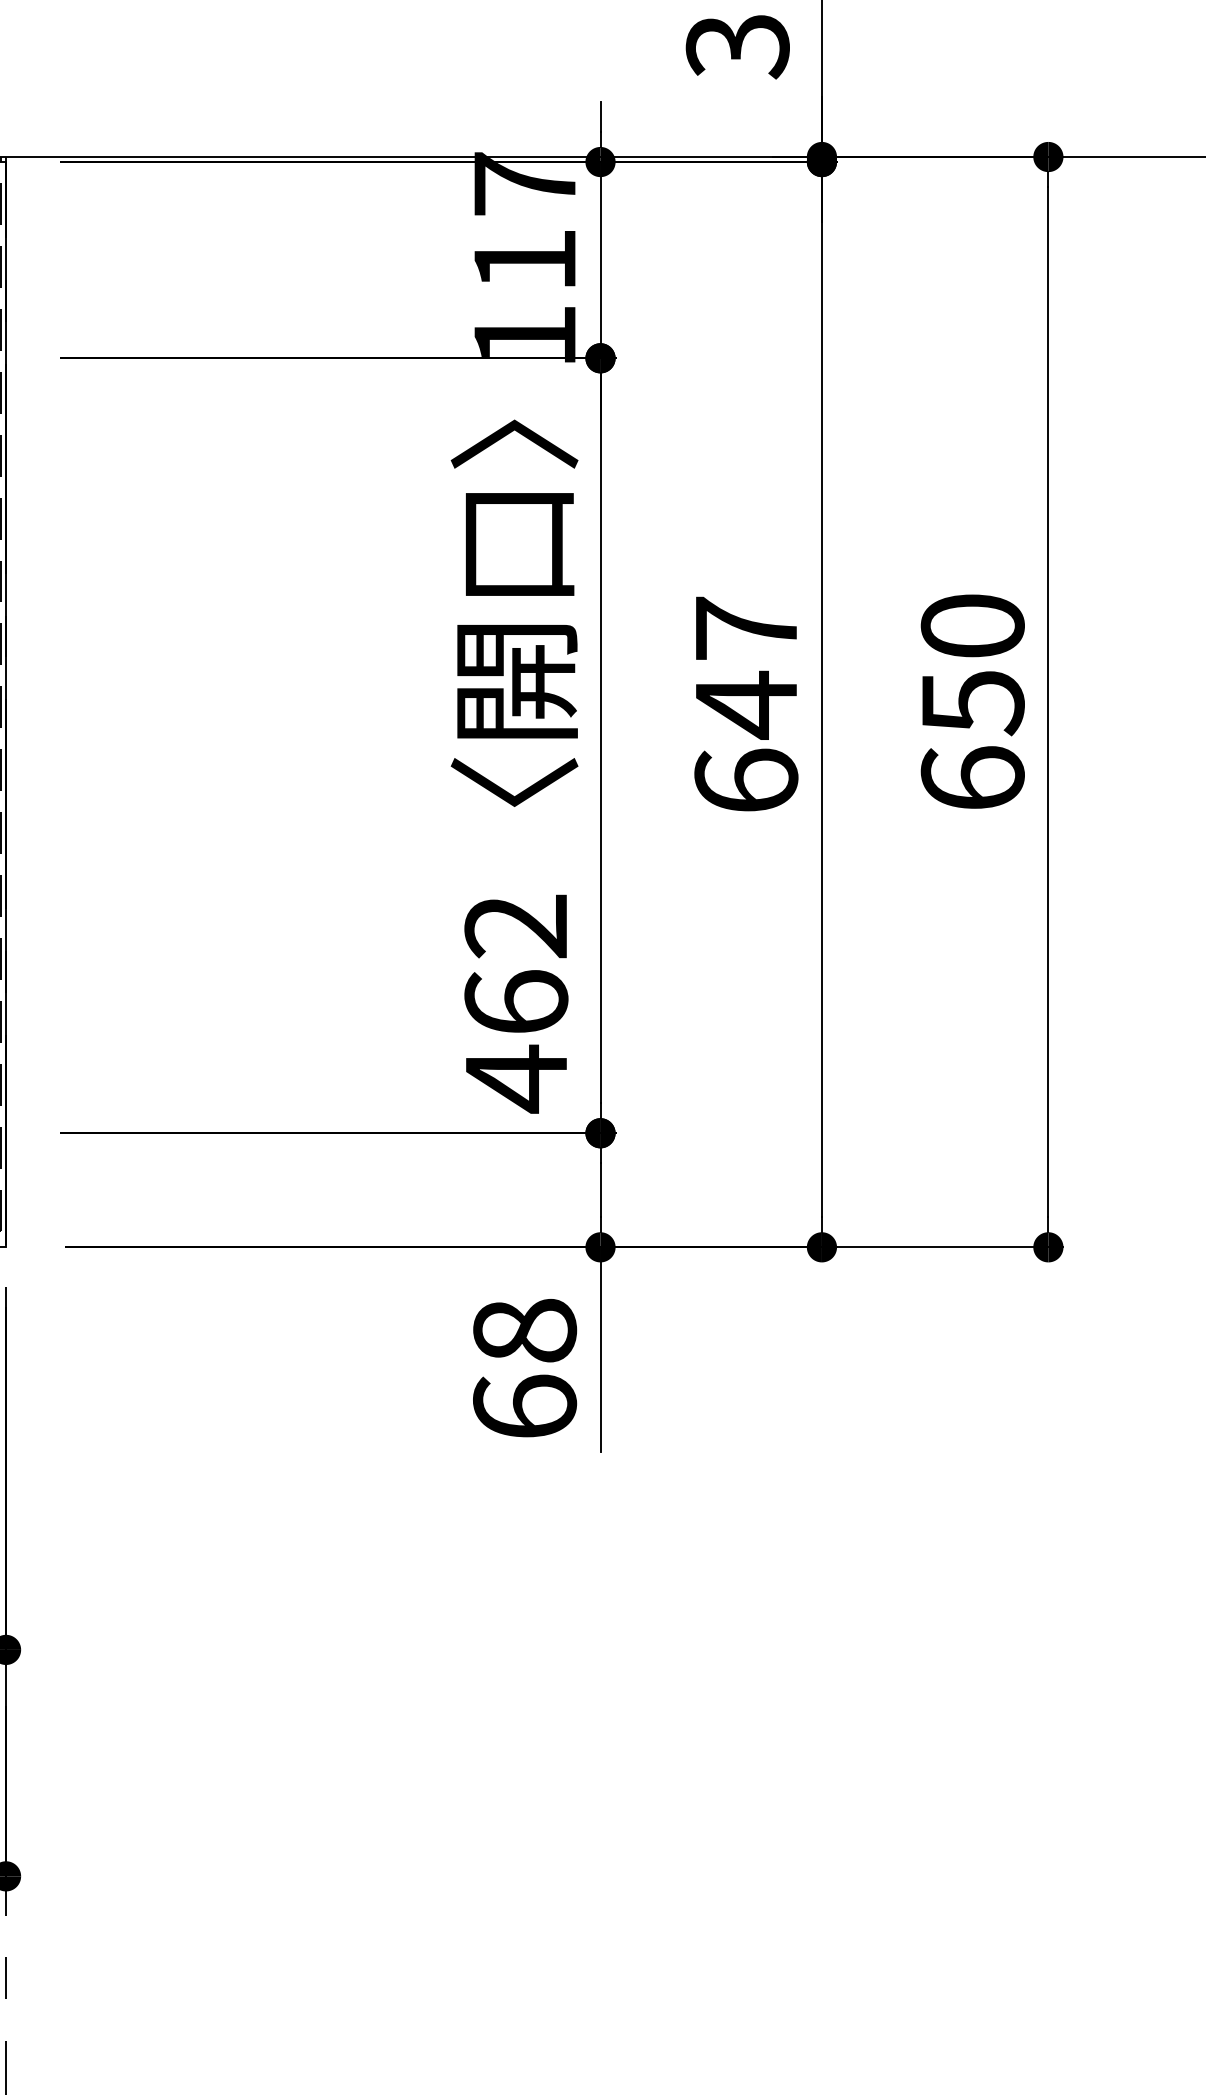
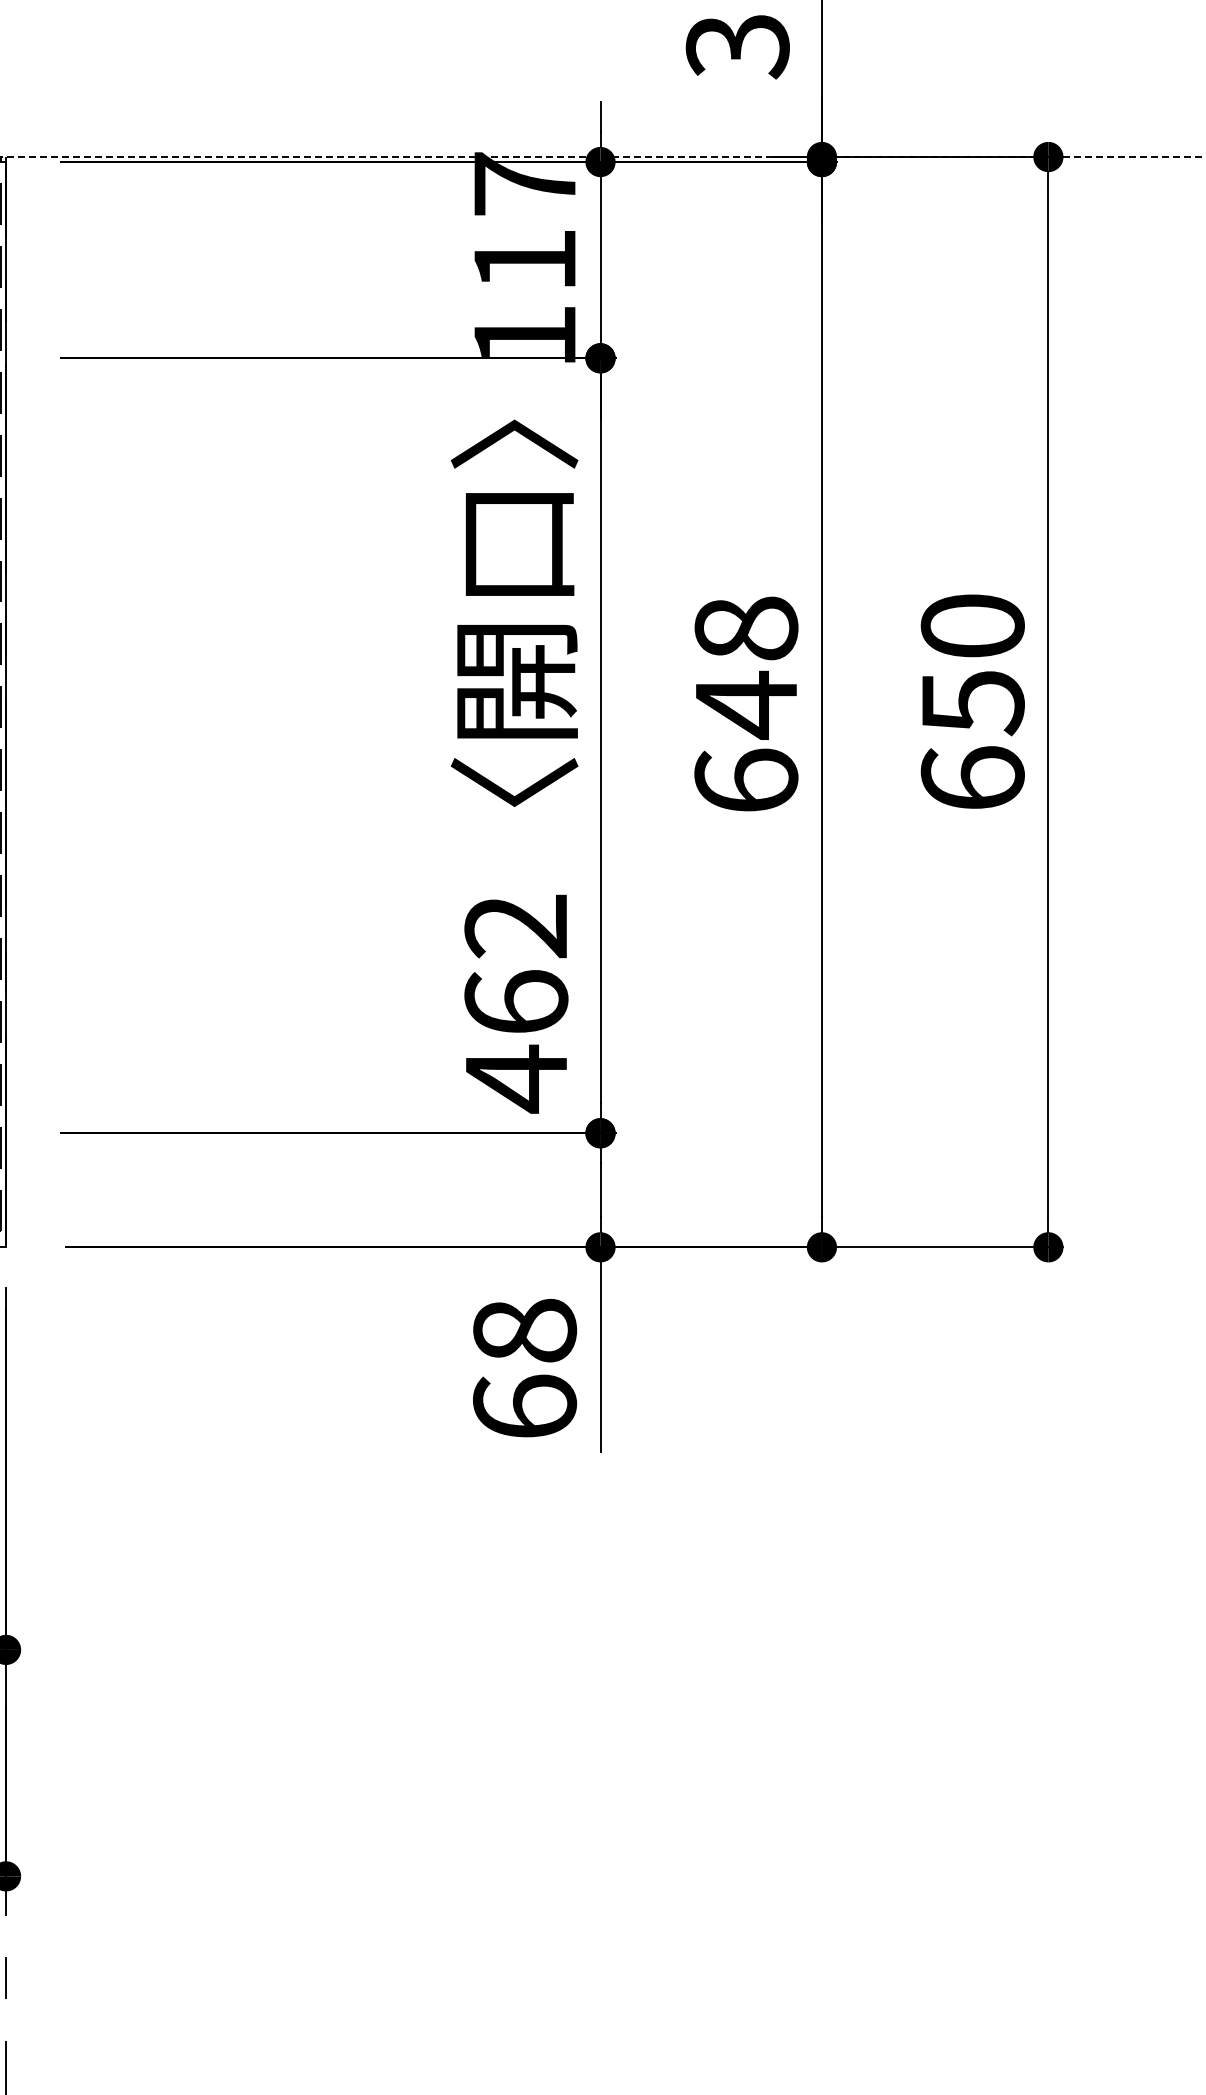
line at (602, 157): solid -> dashed
text at (746, 628): 647 -> 648
